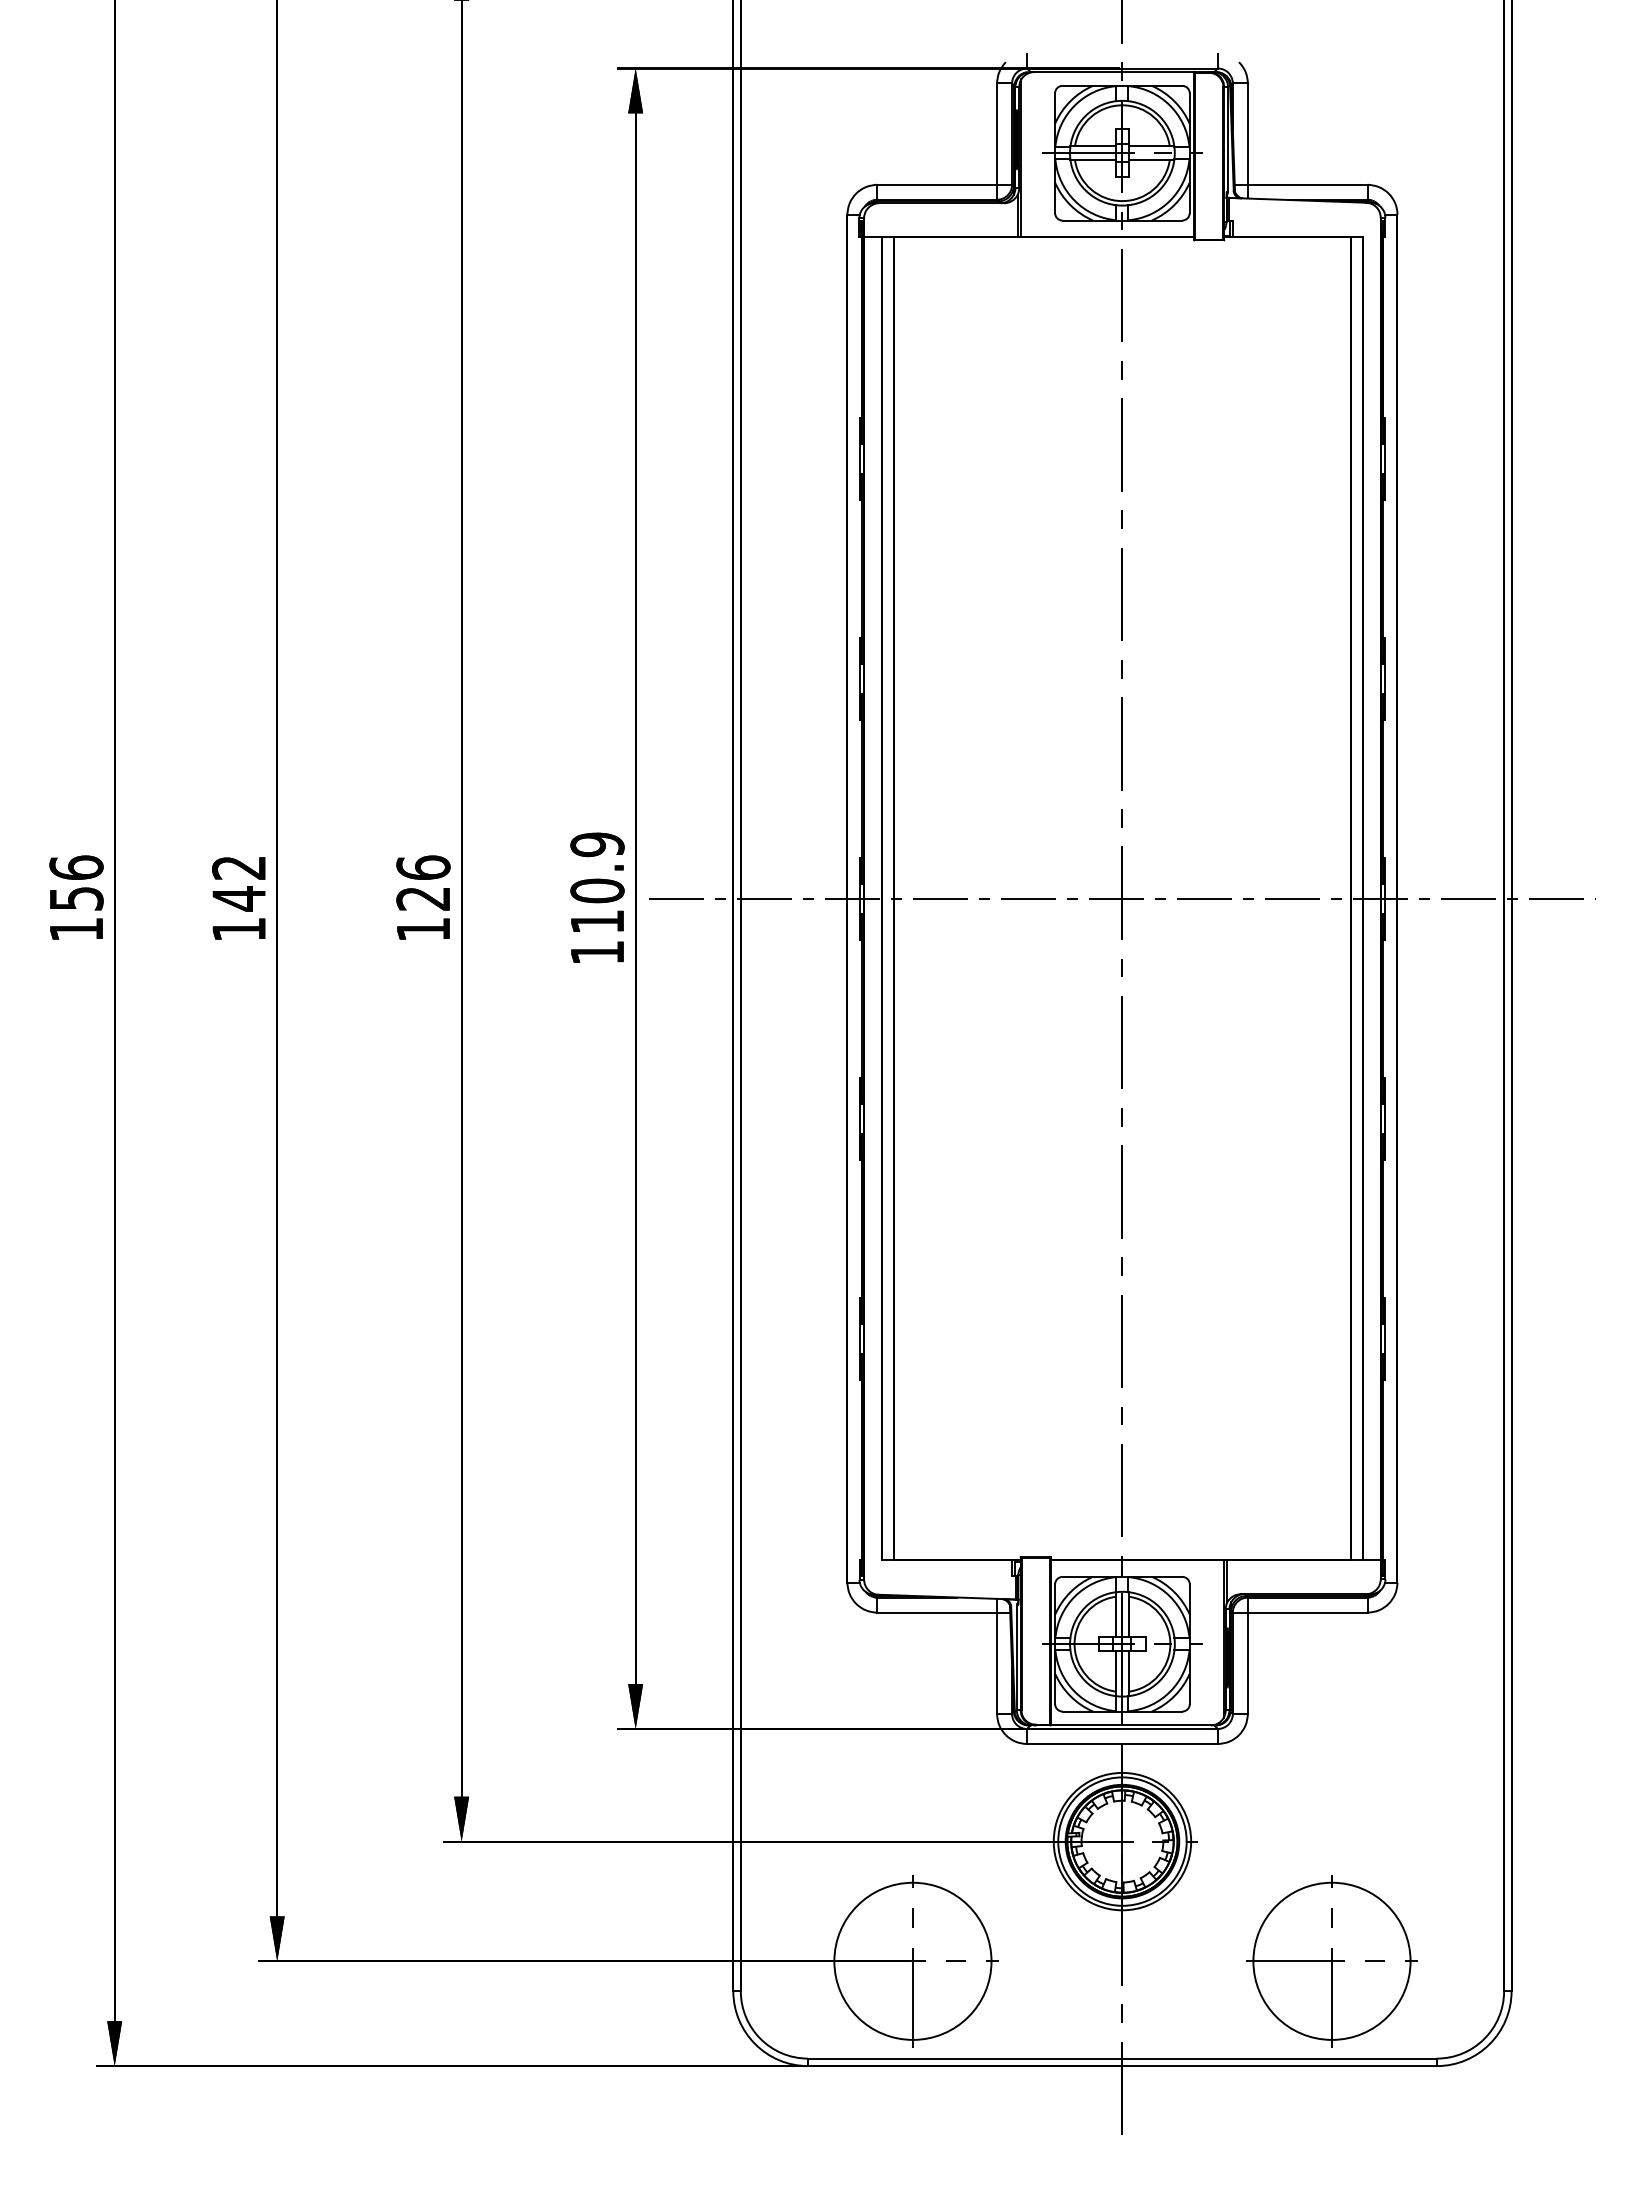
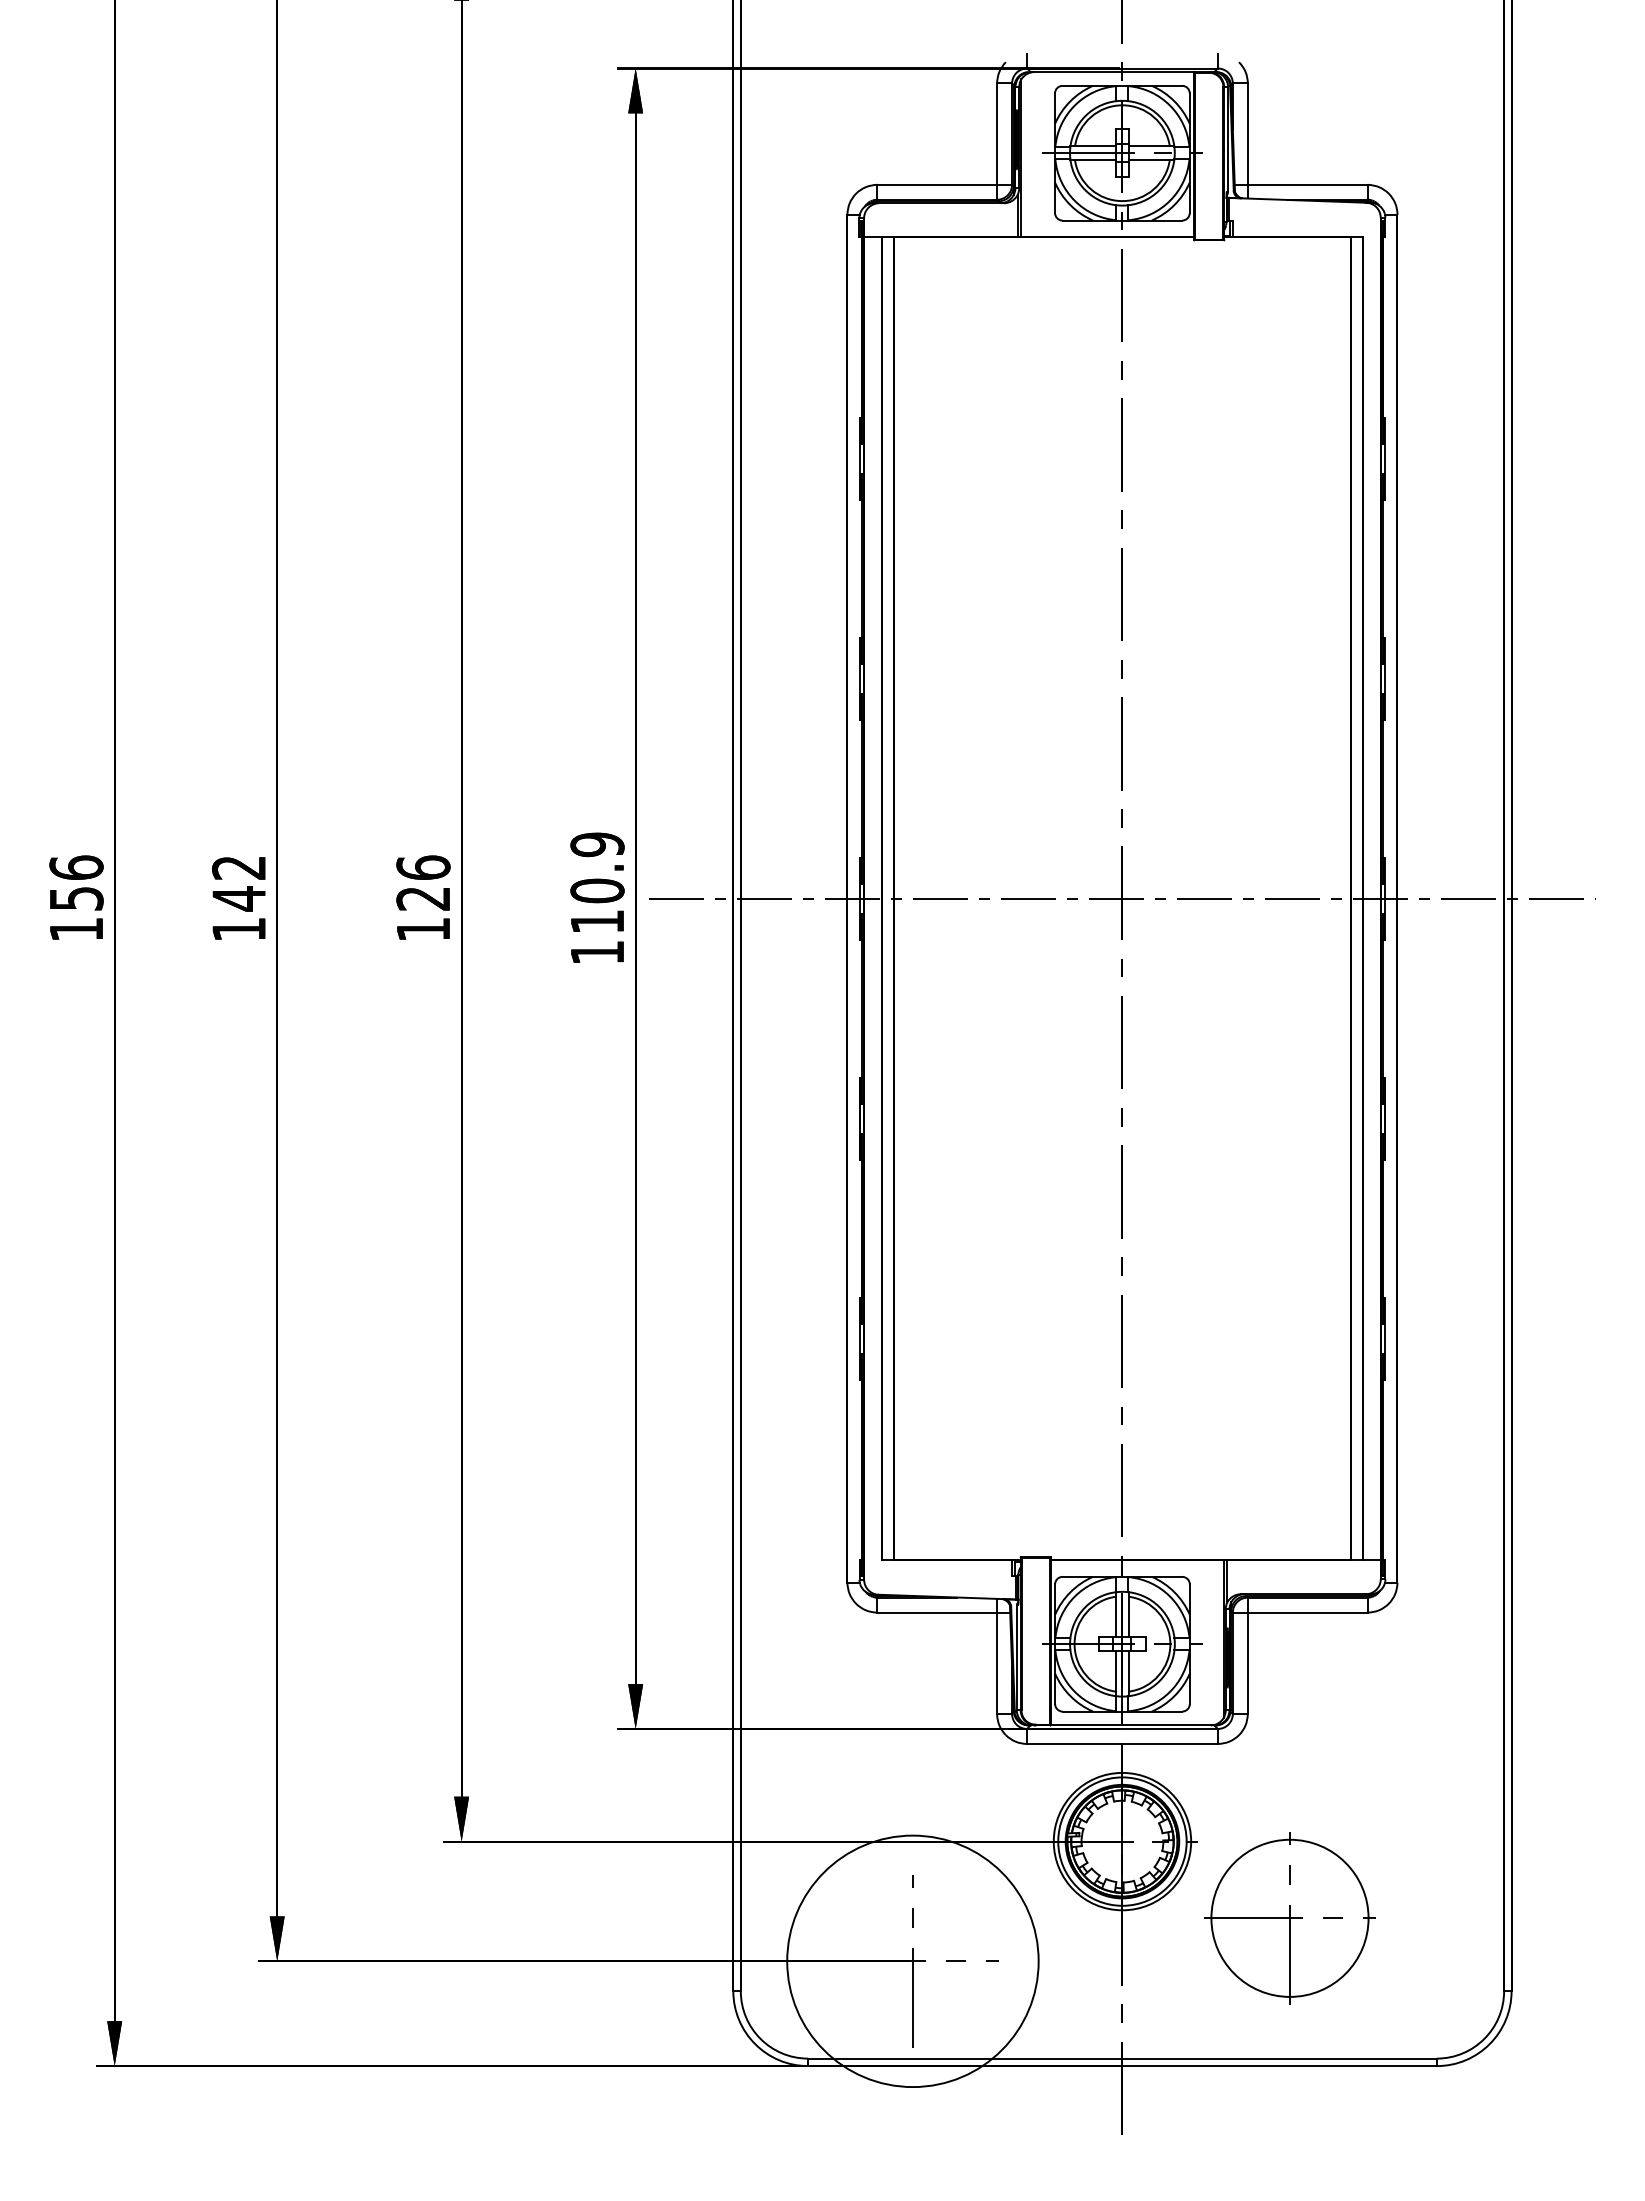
circle at (912, 1960) diameter: 157 px -> 251 px
part at (1331, 1961) position: (1331, 1961) -> (1289, 1918)
